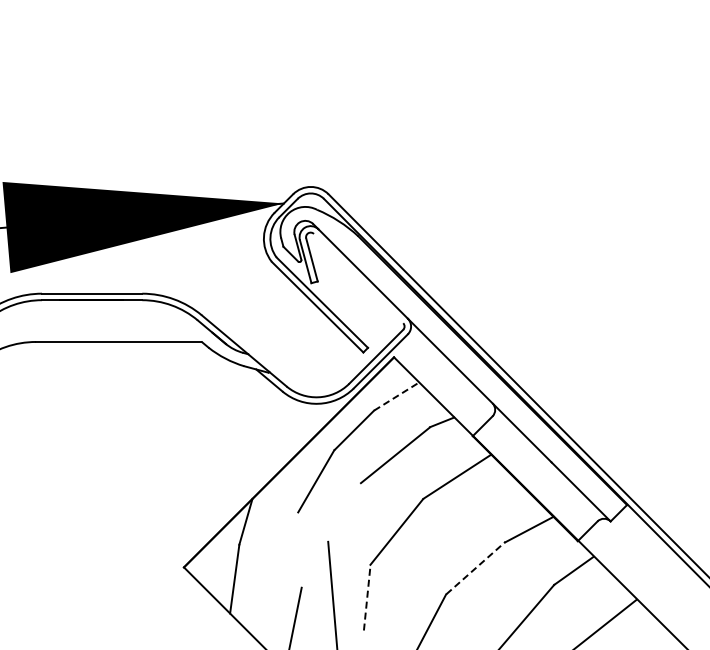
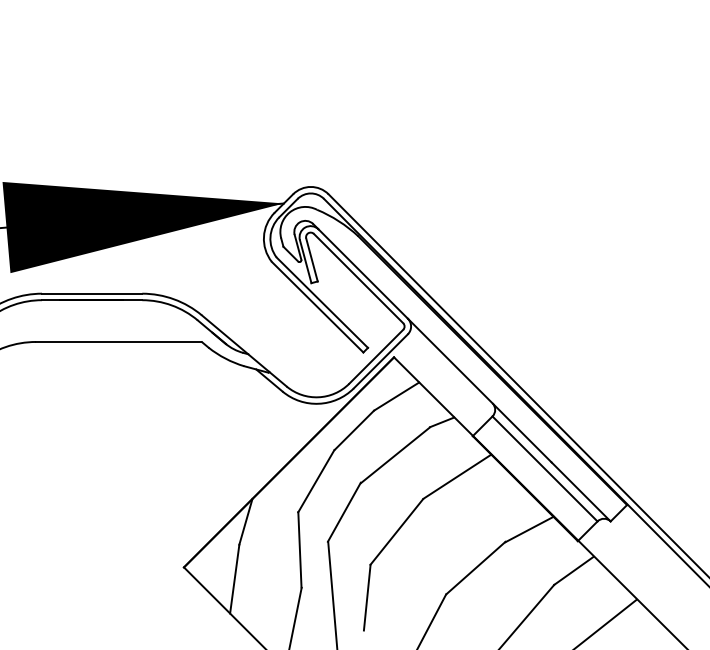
line at (358, 278): none -> present
line at (396, 396): dashed -> solid
line at (544, 468): none -> present
line at (343, 511): none -> present
line at (299, 549): none -> present
line at (476, 568): dashed -> solid
line at (367, 597): dashed -> solid
